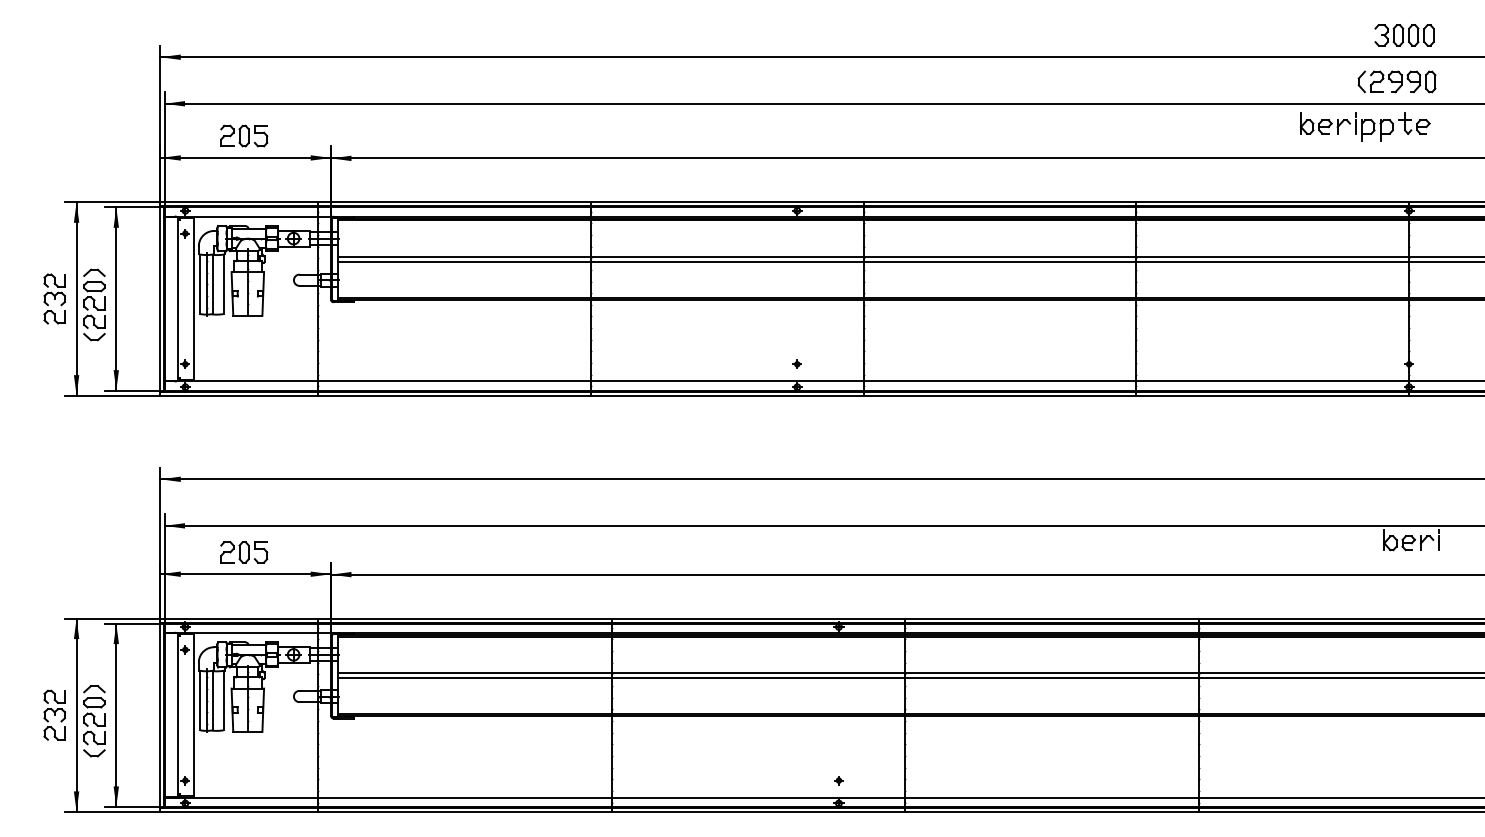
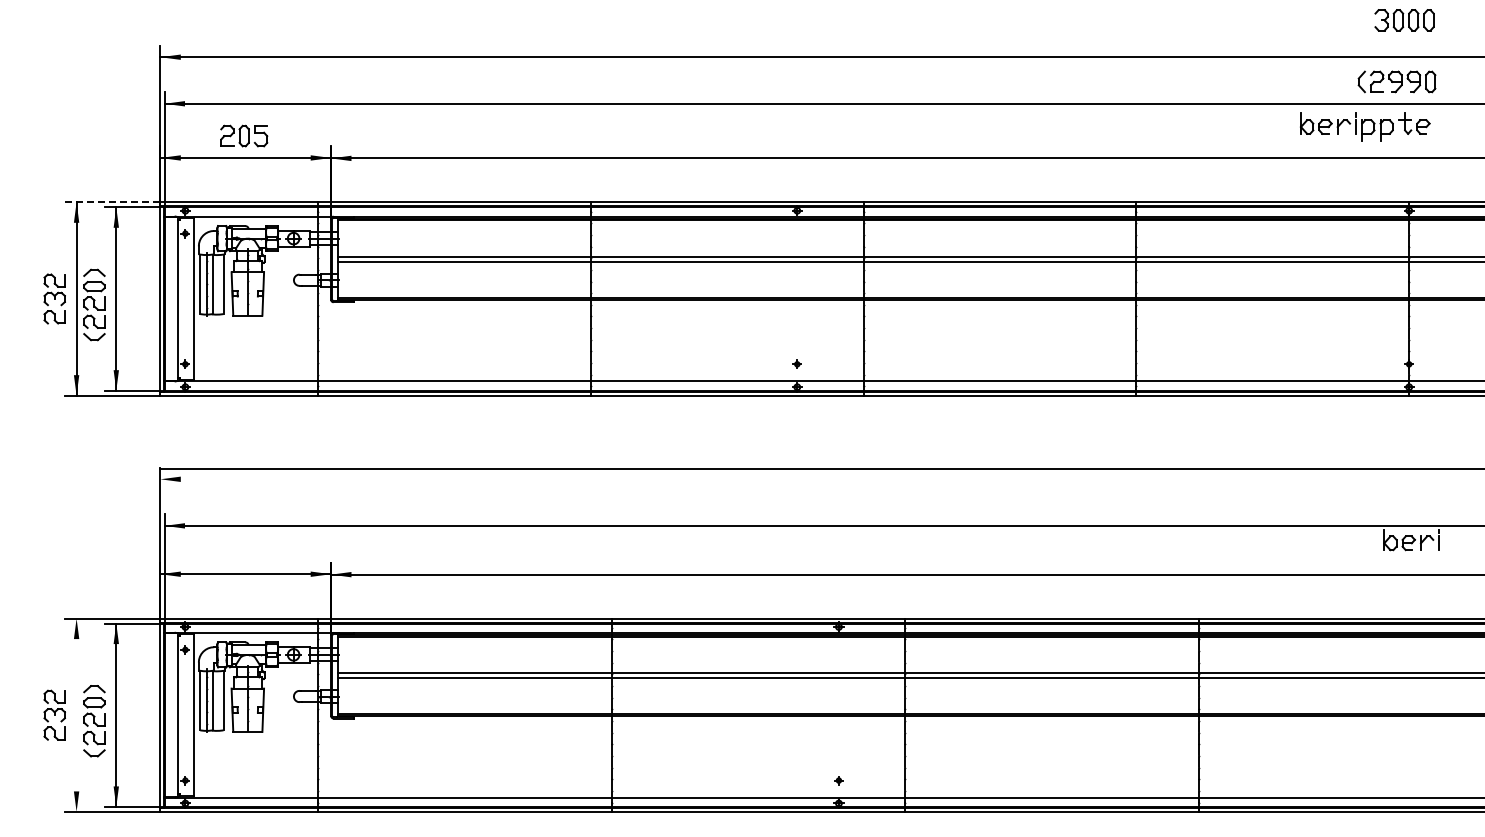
part at (1404, 35) position: (1404, 35) -> (1404, 20)
line at (112, 202): solid -> dashed
line at (820, 479) position: (820, 479) -> (820, 469)
part at (244, 552): present -> none
line at (76, 714): present -> none
